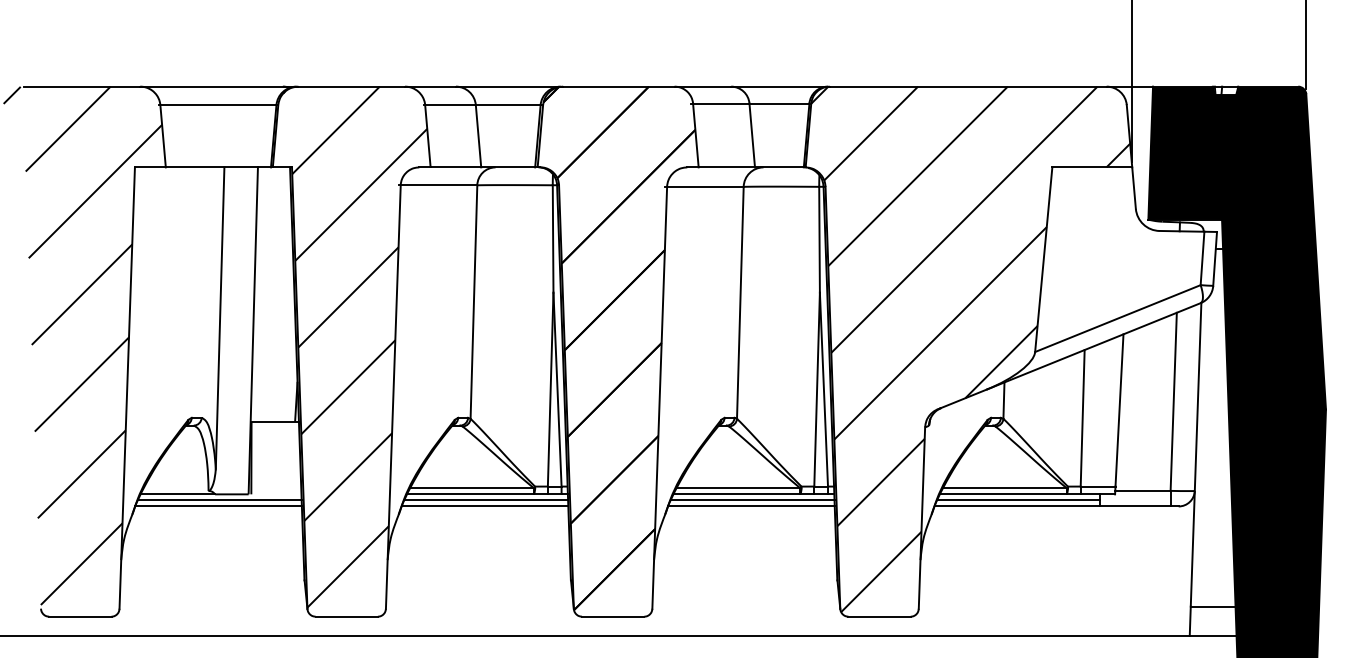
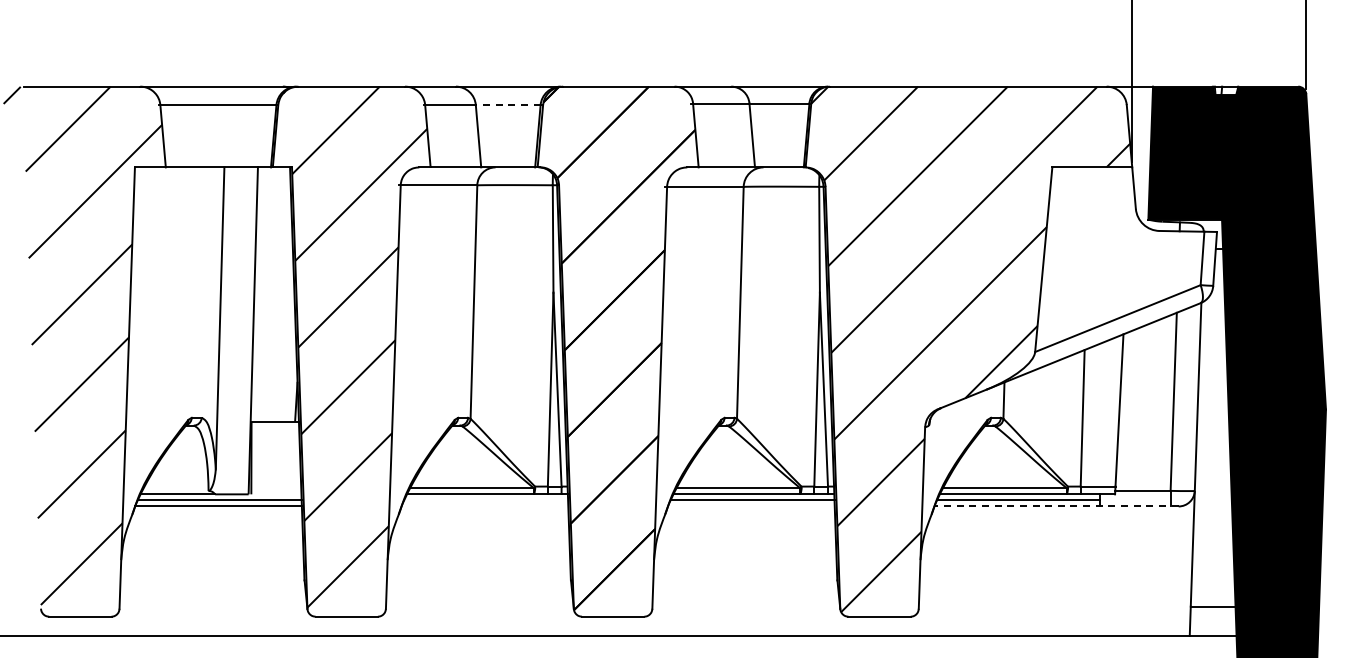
line at (507, 105): solid -> dashed
line at (486, 499): present -> none
line at (484, 506): present -> none
line at (751, 506): present -> none
line at (1056, 506): solid -> dashed
